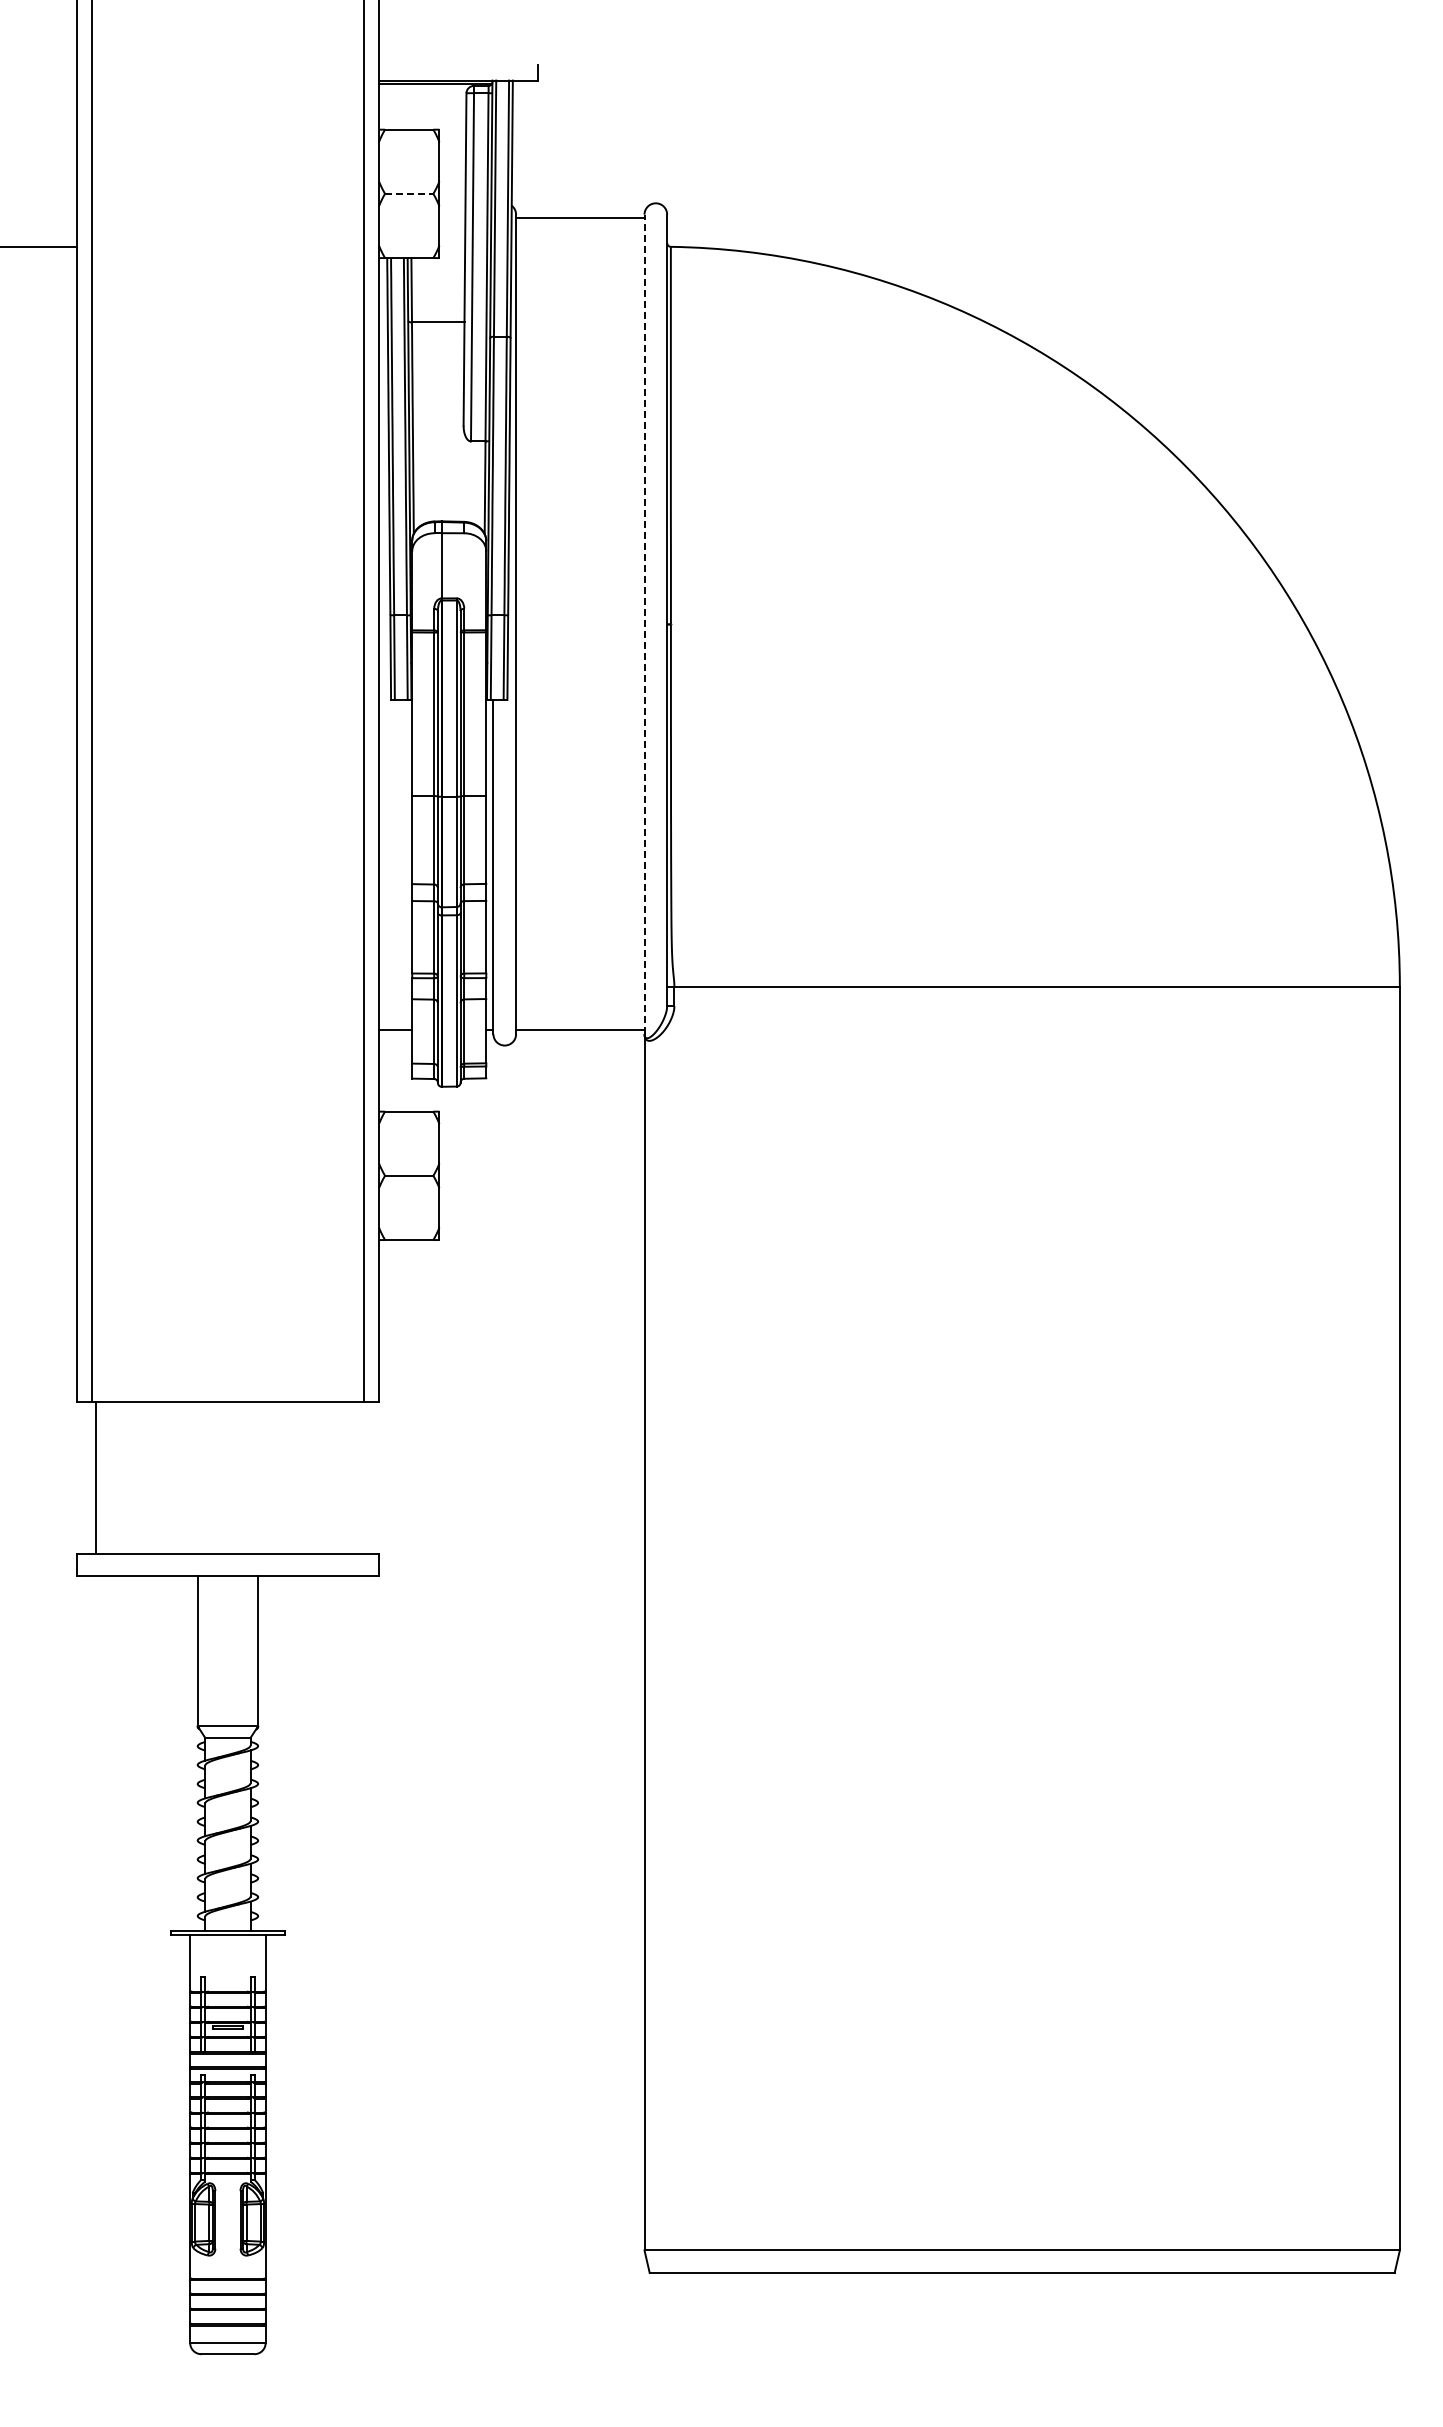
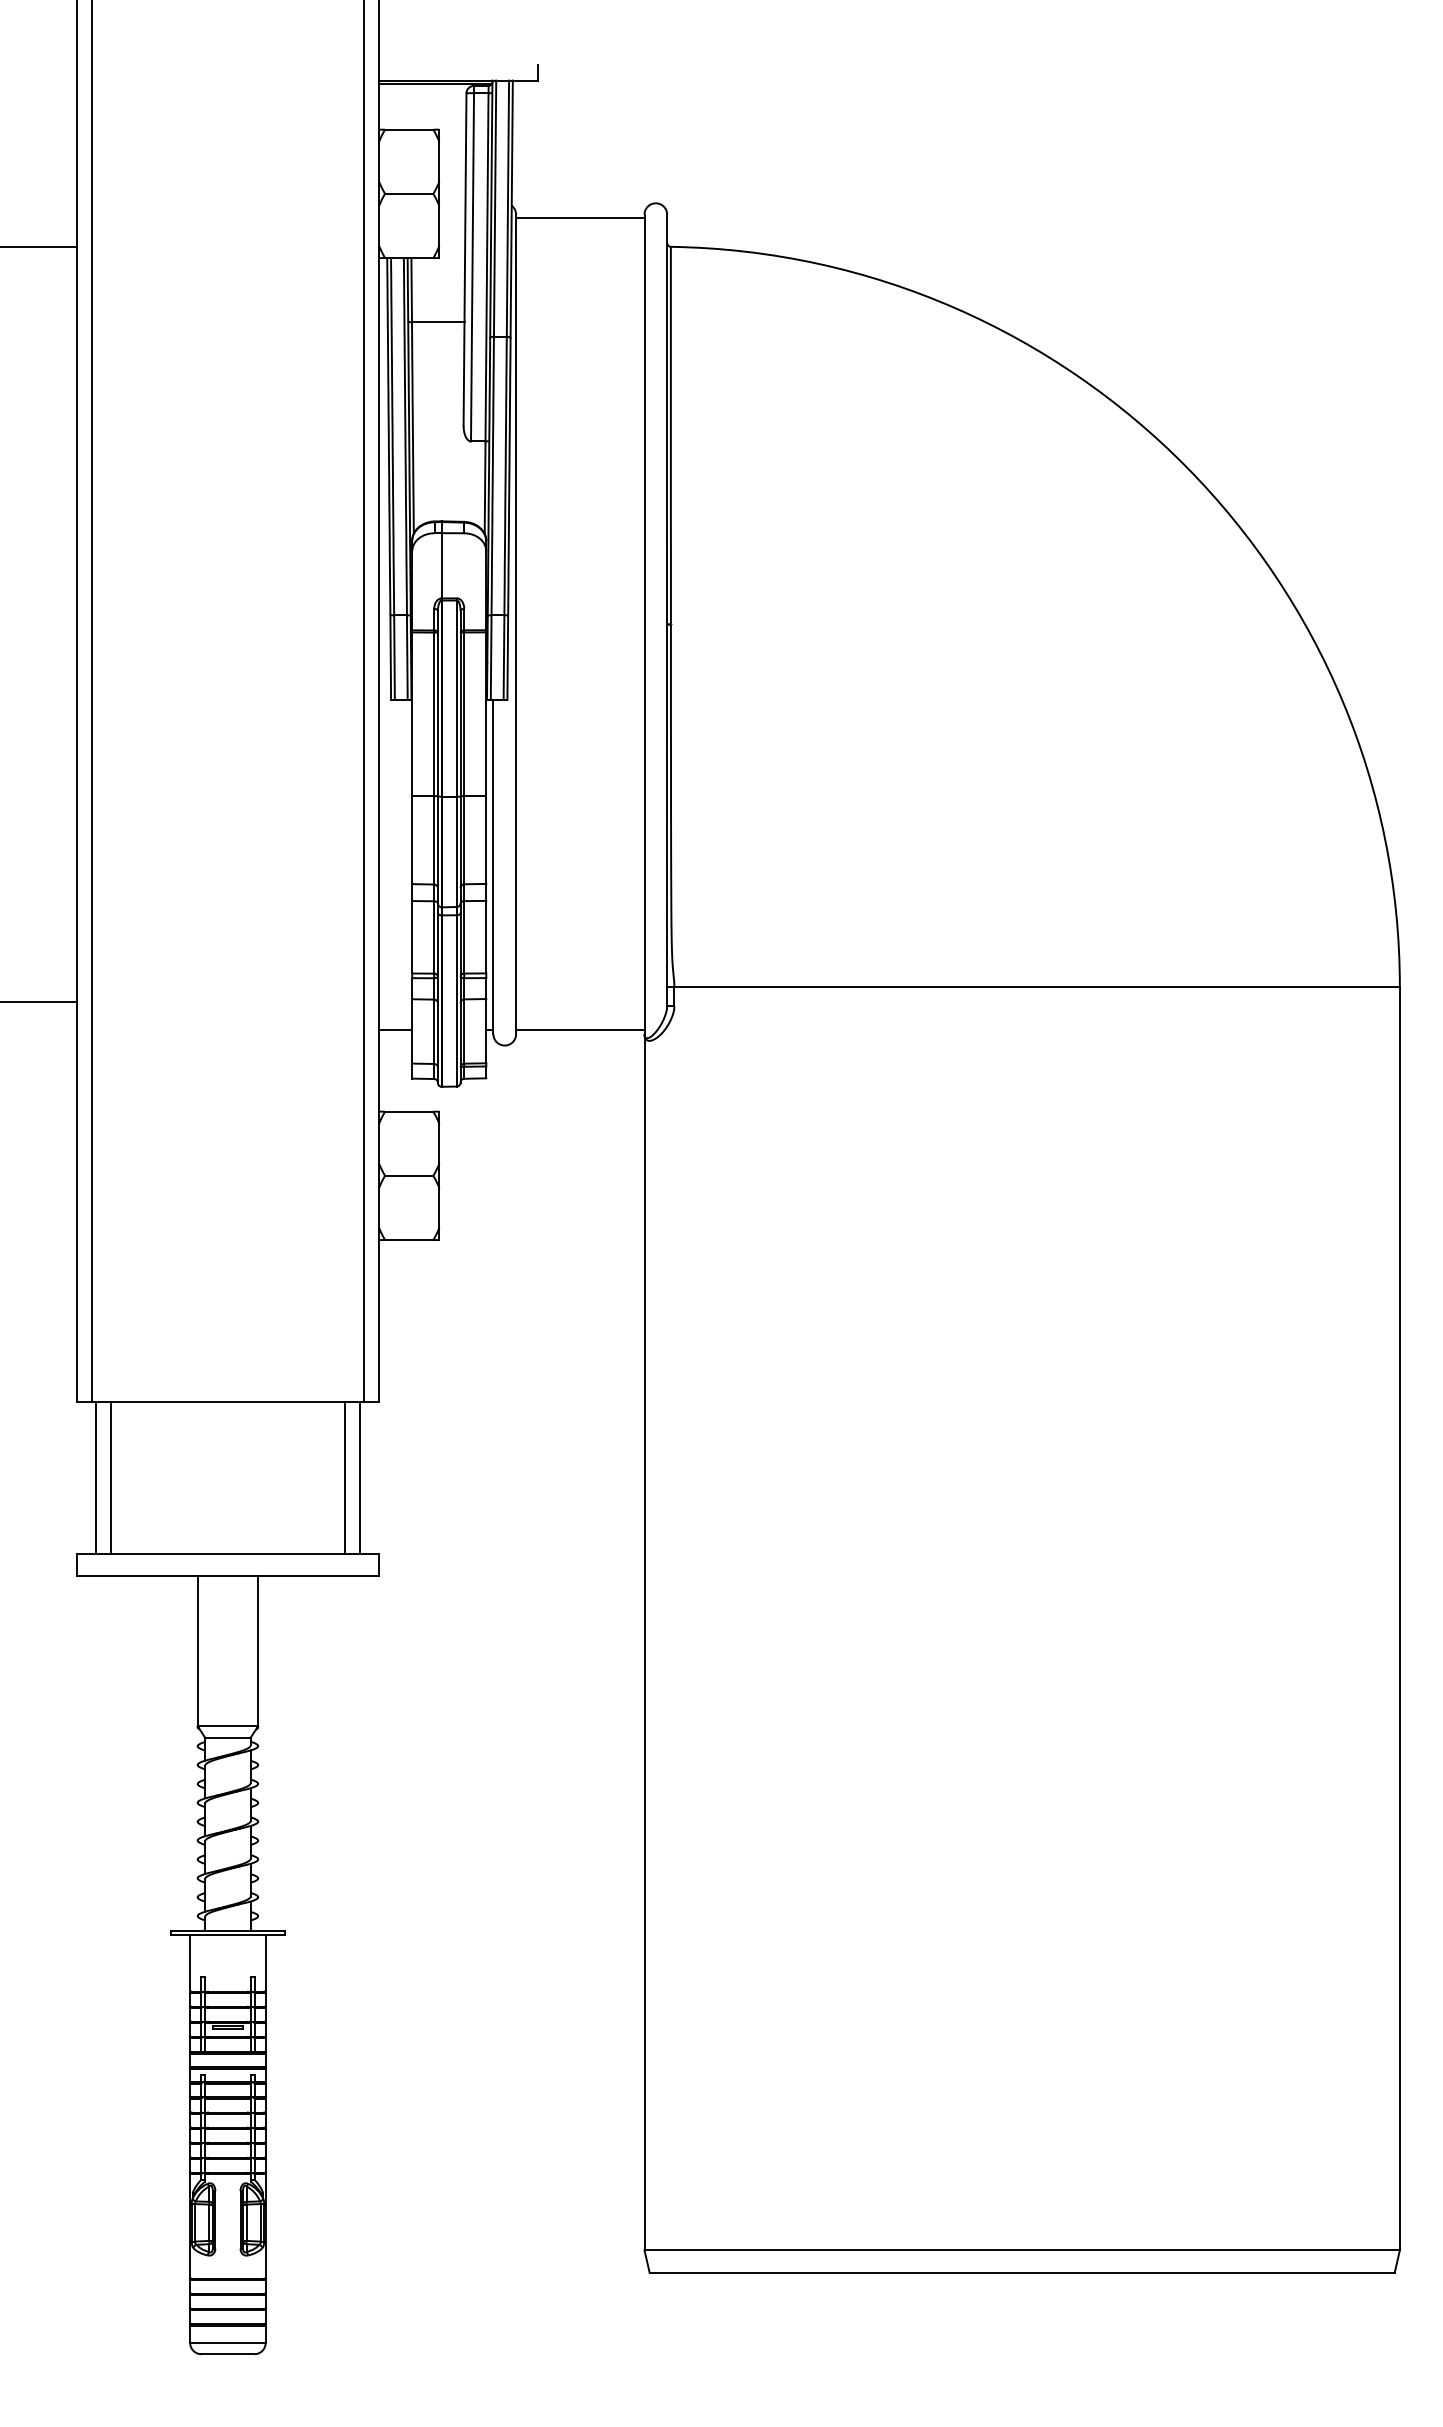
line at (409, 193): dashed -> solid
line at (644, 624): dashed -> solid
line at (39, 1002): none -> present
line at (110, 1477): none -> present
line at (345, 1477): none -> present
line at (360, 1477): none -> present
